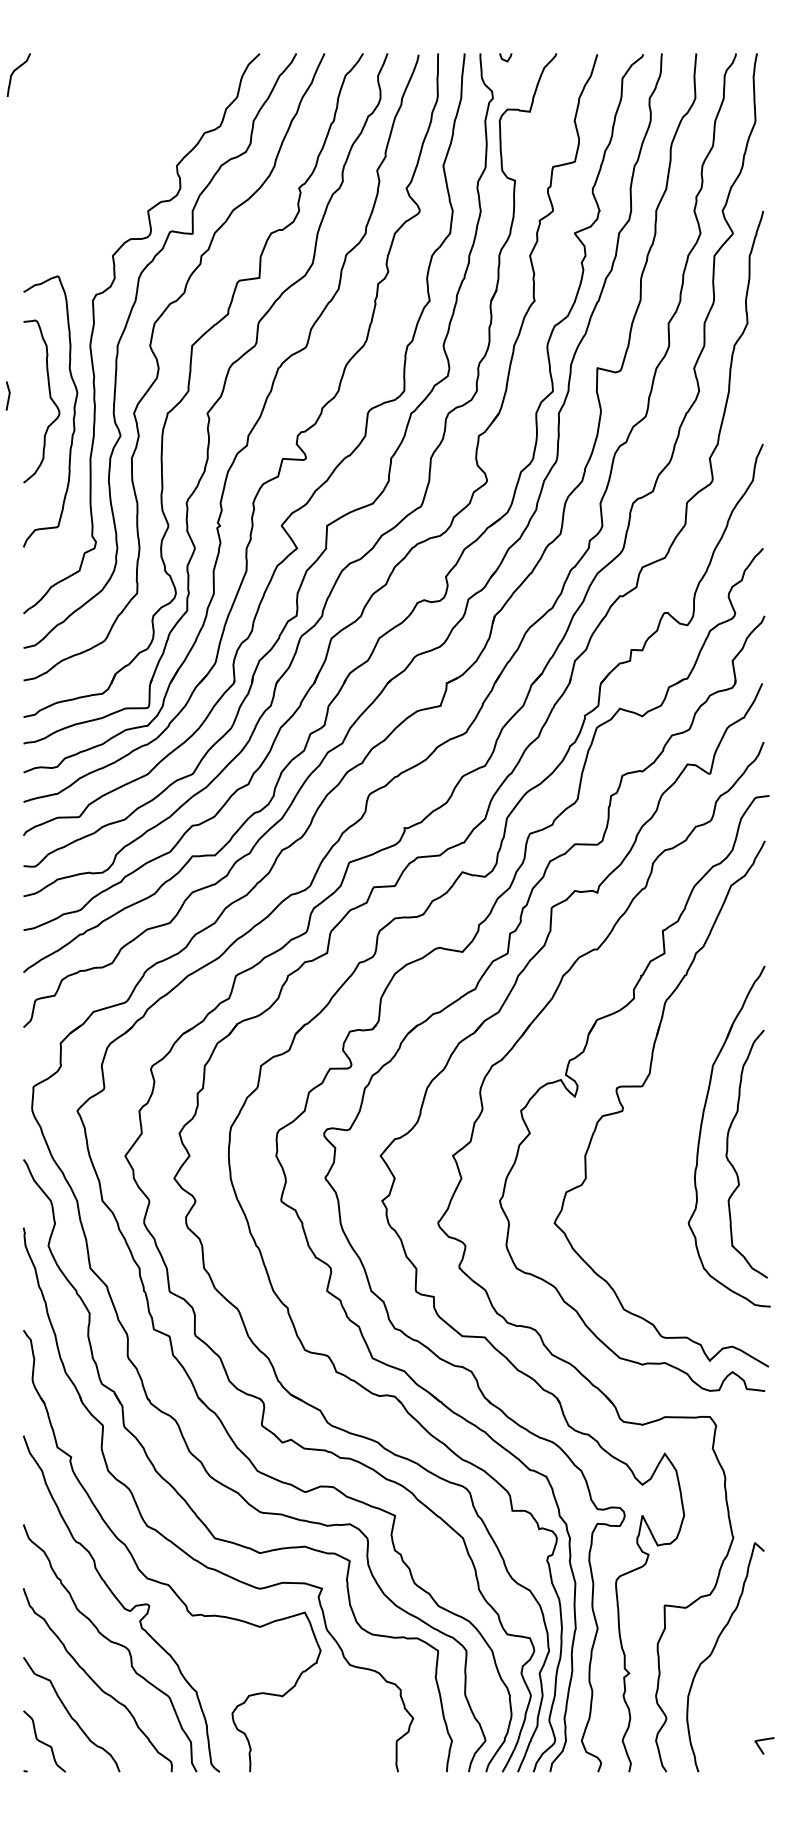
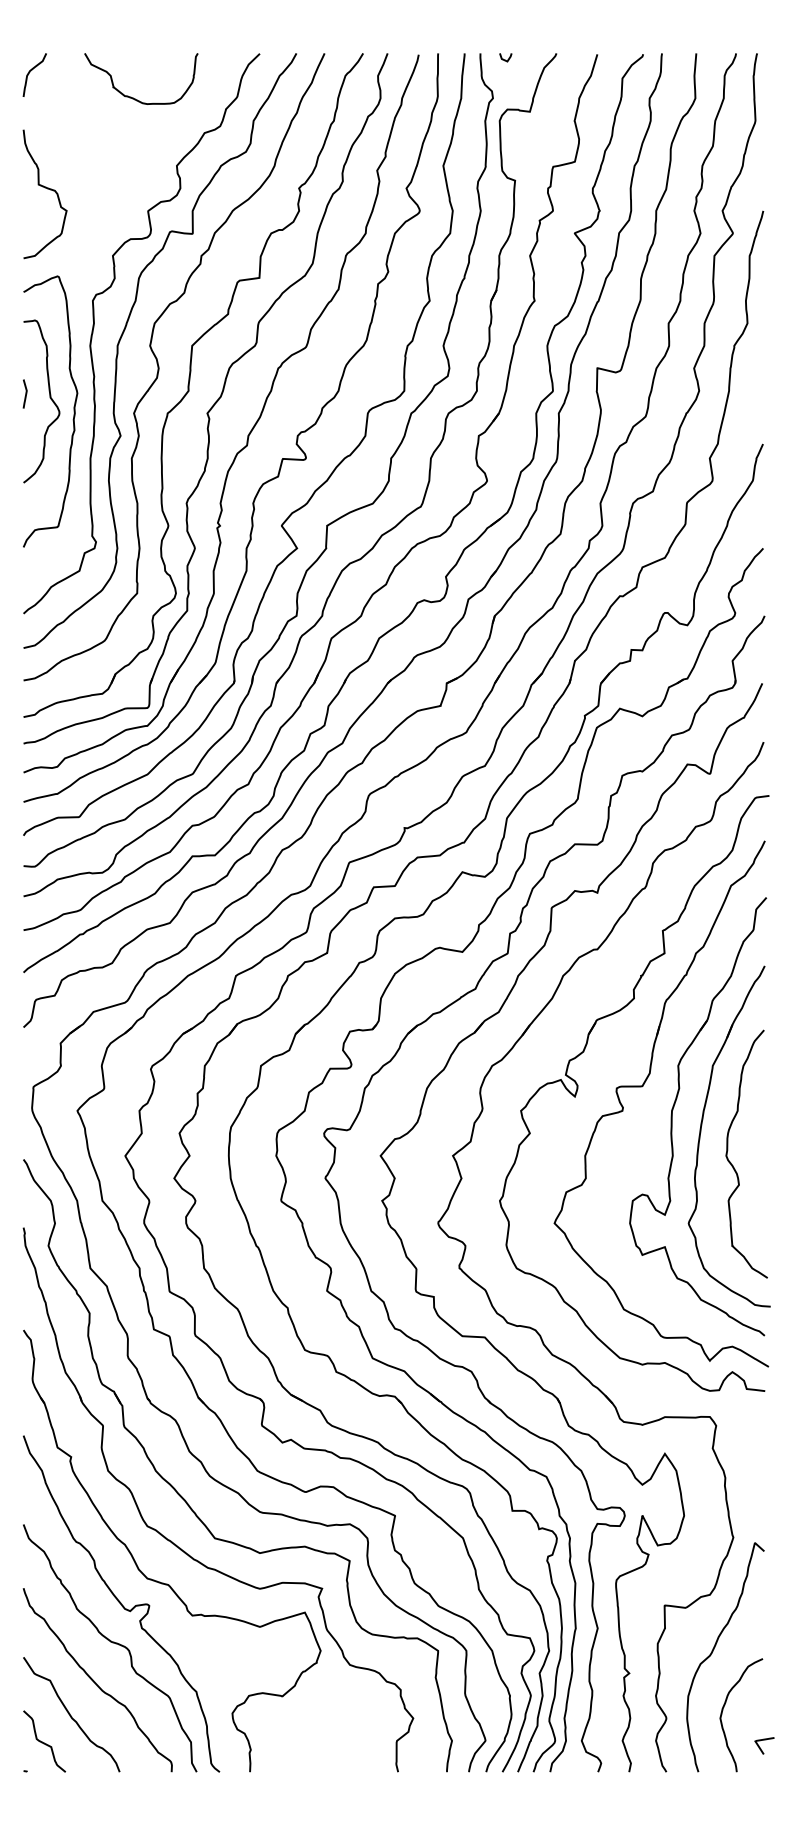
curve at (15, 71) position: (15, 71) -> (31, 71)
curve at (131, 96): none -> present
curve at (47, 189): none -> present
curve at (8, 395) position: (8, 395) -> (25, 393)
part at (674, 1107): none -> present
curve at (723, 1710): none -> present
